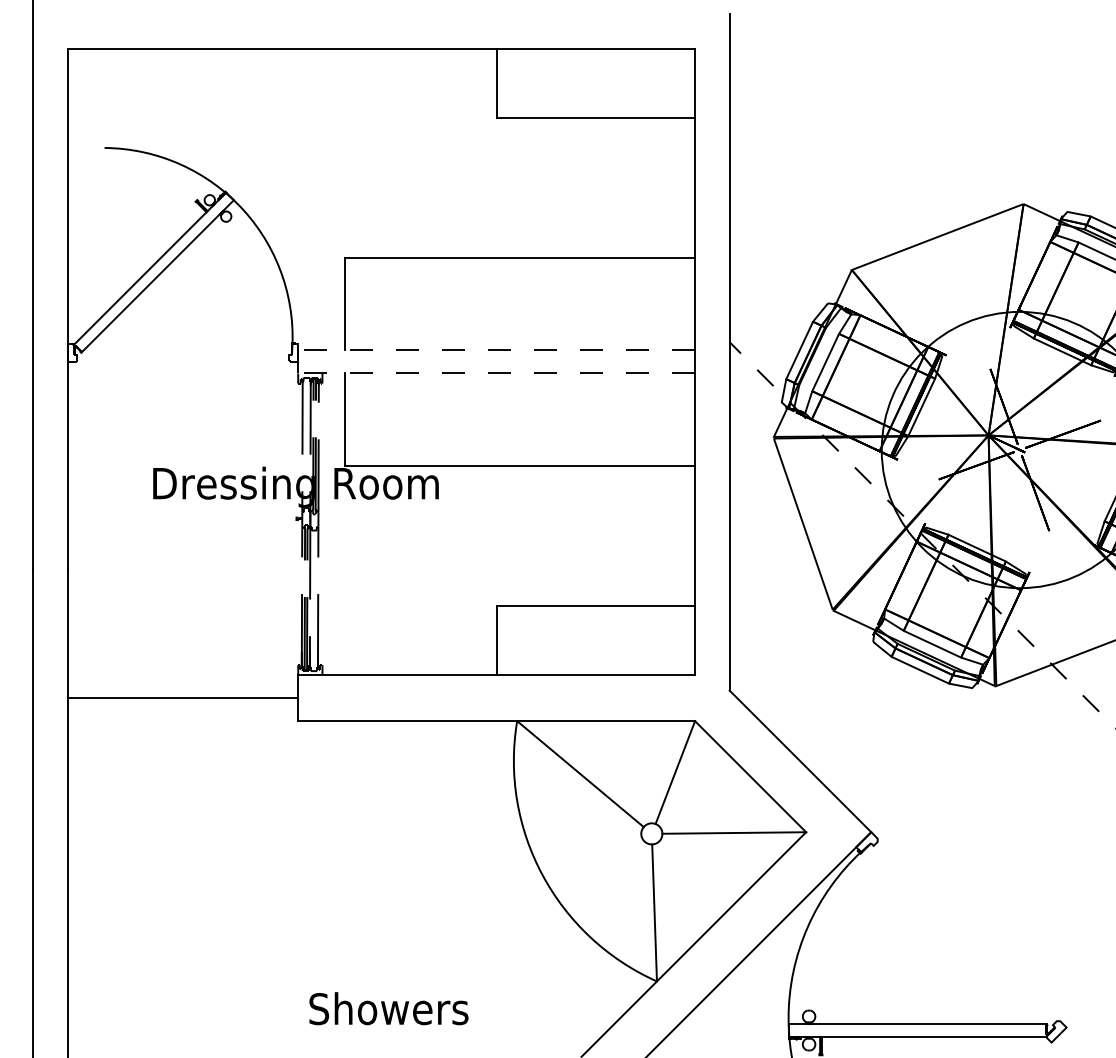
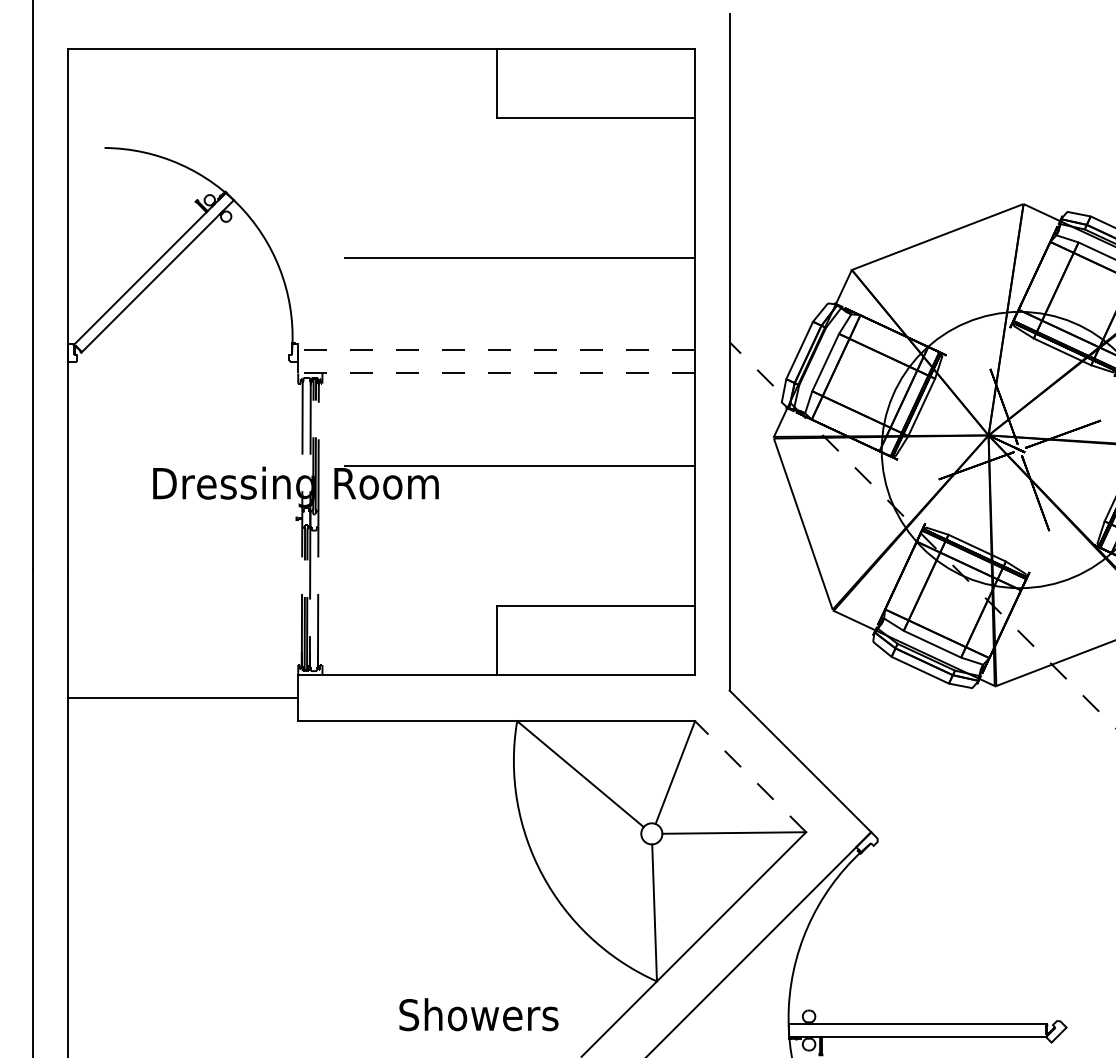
line at (344, 304): present -> none
line at (344, 419): present -> none
line at (750, 776): solid -> dashed
text at (388, 1008) position: (388, 1008) -> (478, 1014)
